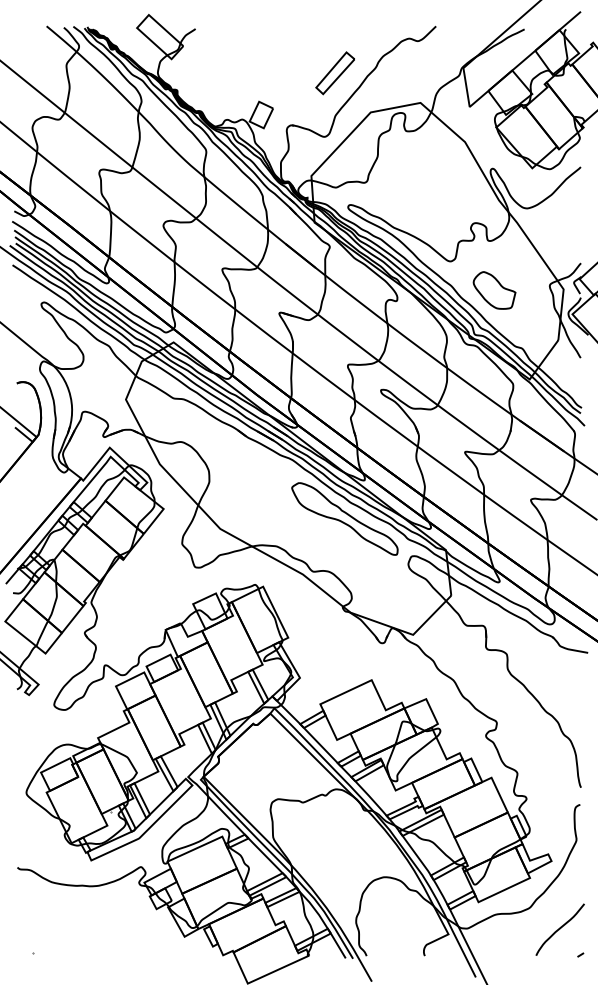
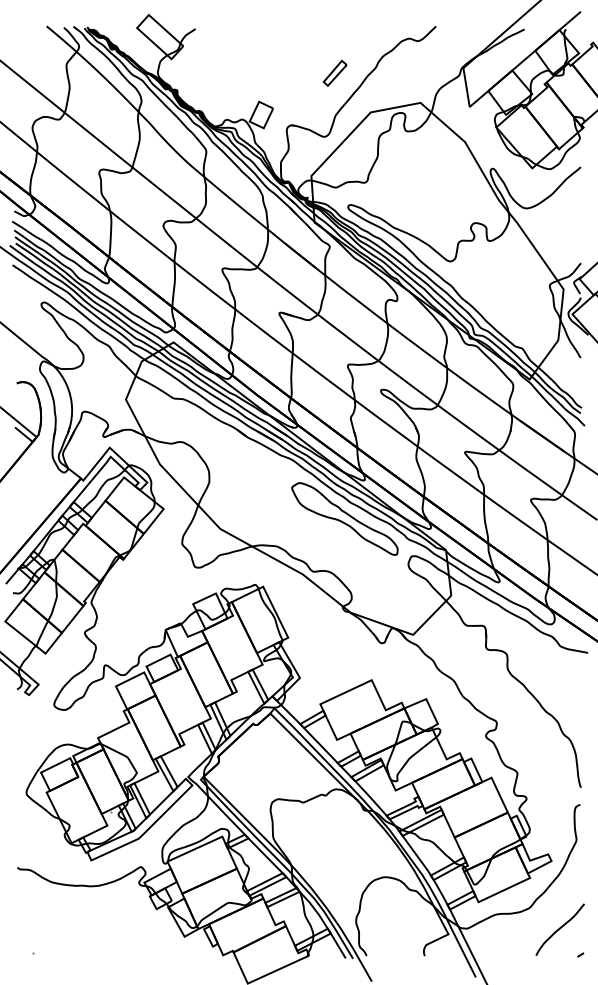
part at (334, 73) size: 40x45 px -> 26x28 px
part at (494, 290): present -> none
